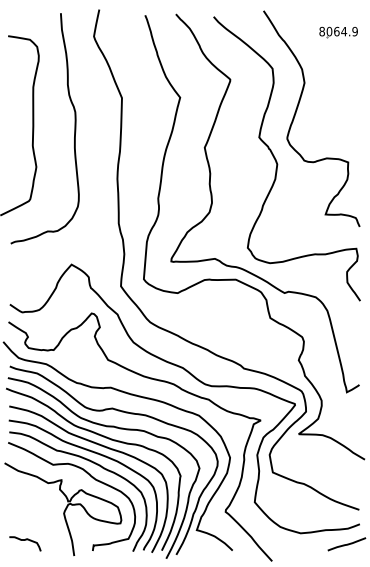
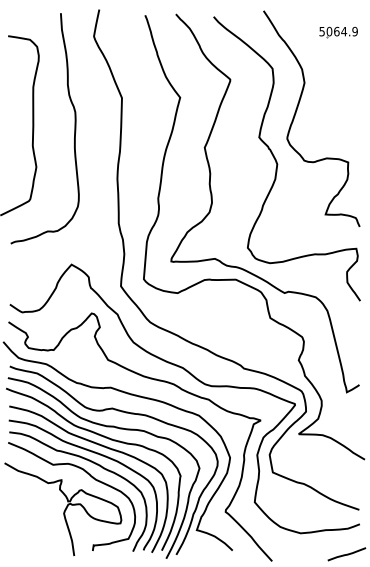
text at (321, 31): 8064.9 -> 5064.9
curve at (25, 540): present -> none
line at (346, 544) position: (346, 544) -> (346, 554)
